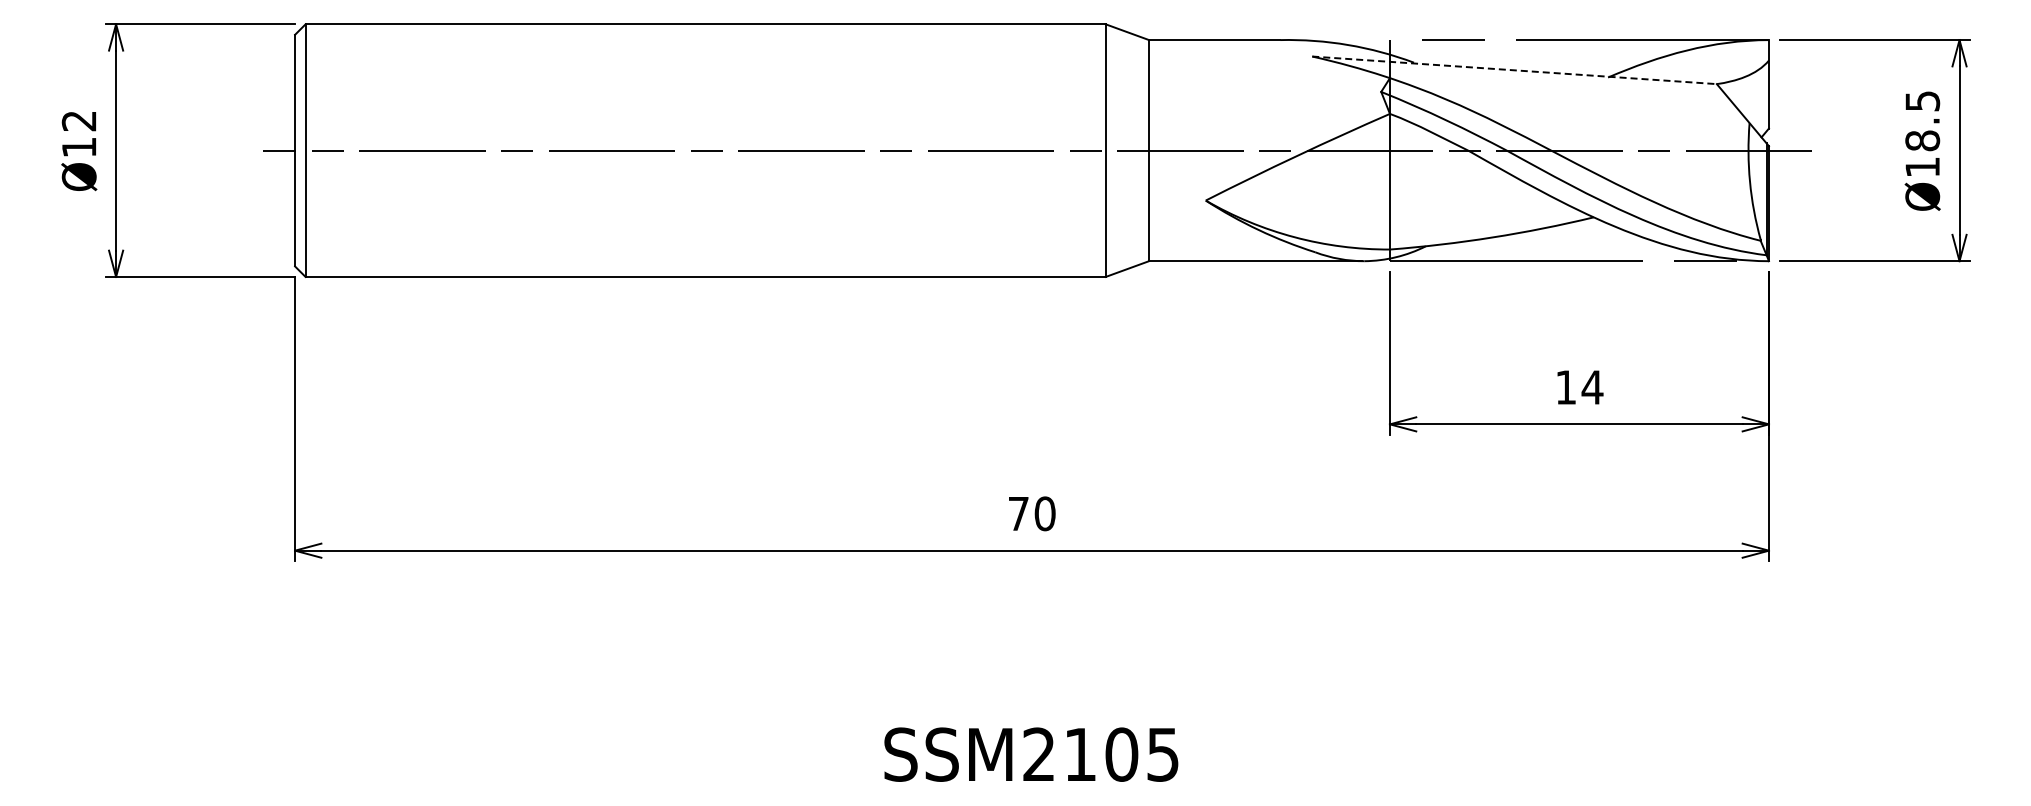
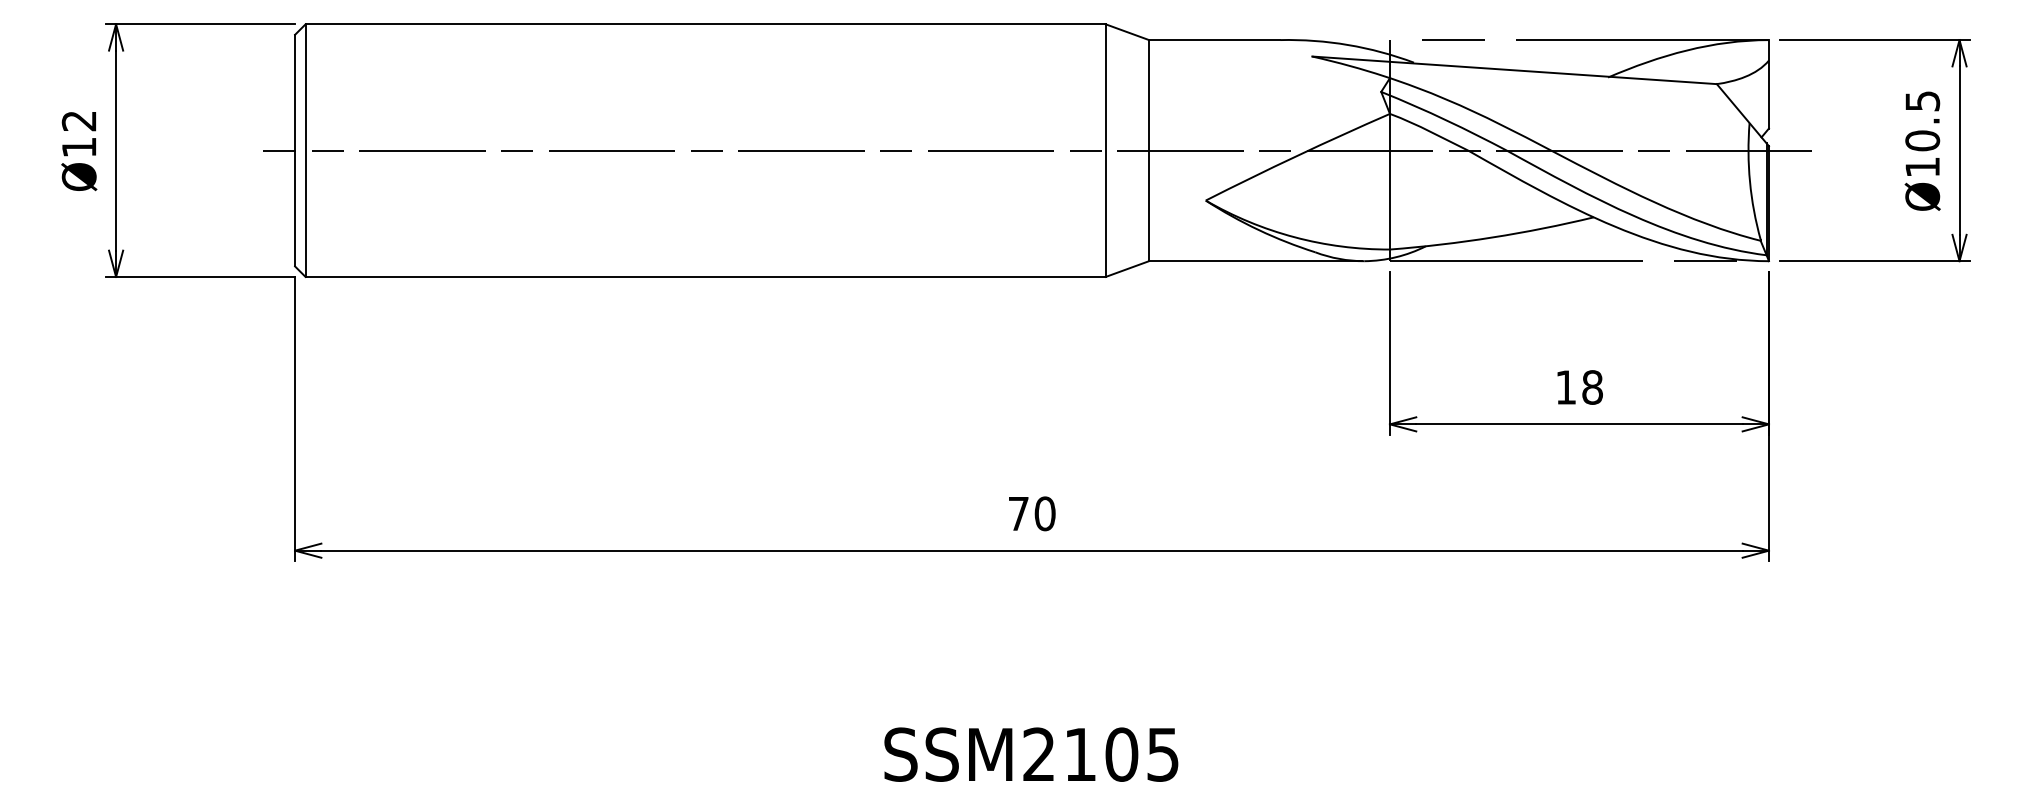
line at (1514, 70): dashed -> solid
text at (1922, 140): Ø18.5 -> Ø10.5
text at (1592, 387): 14 -> 18
